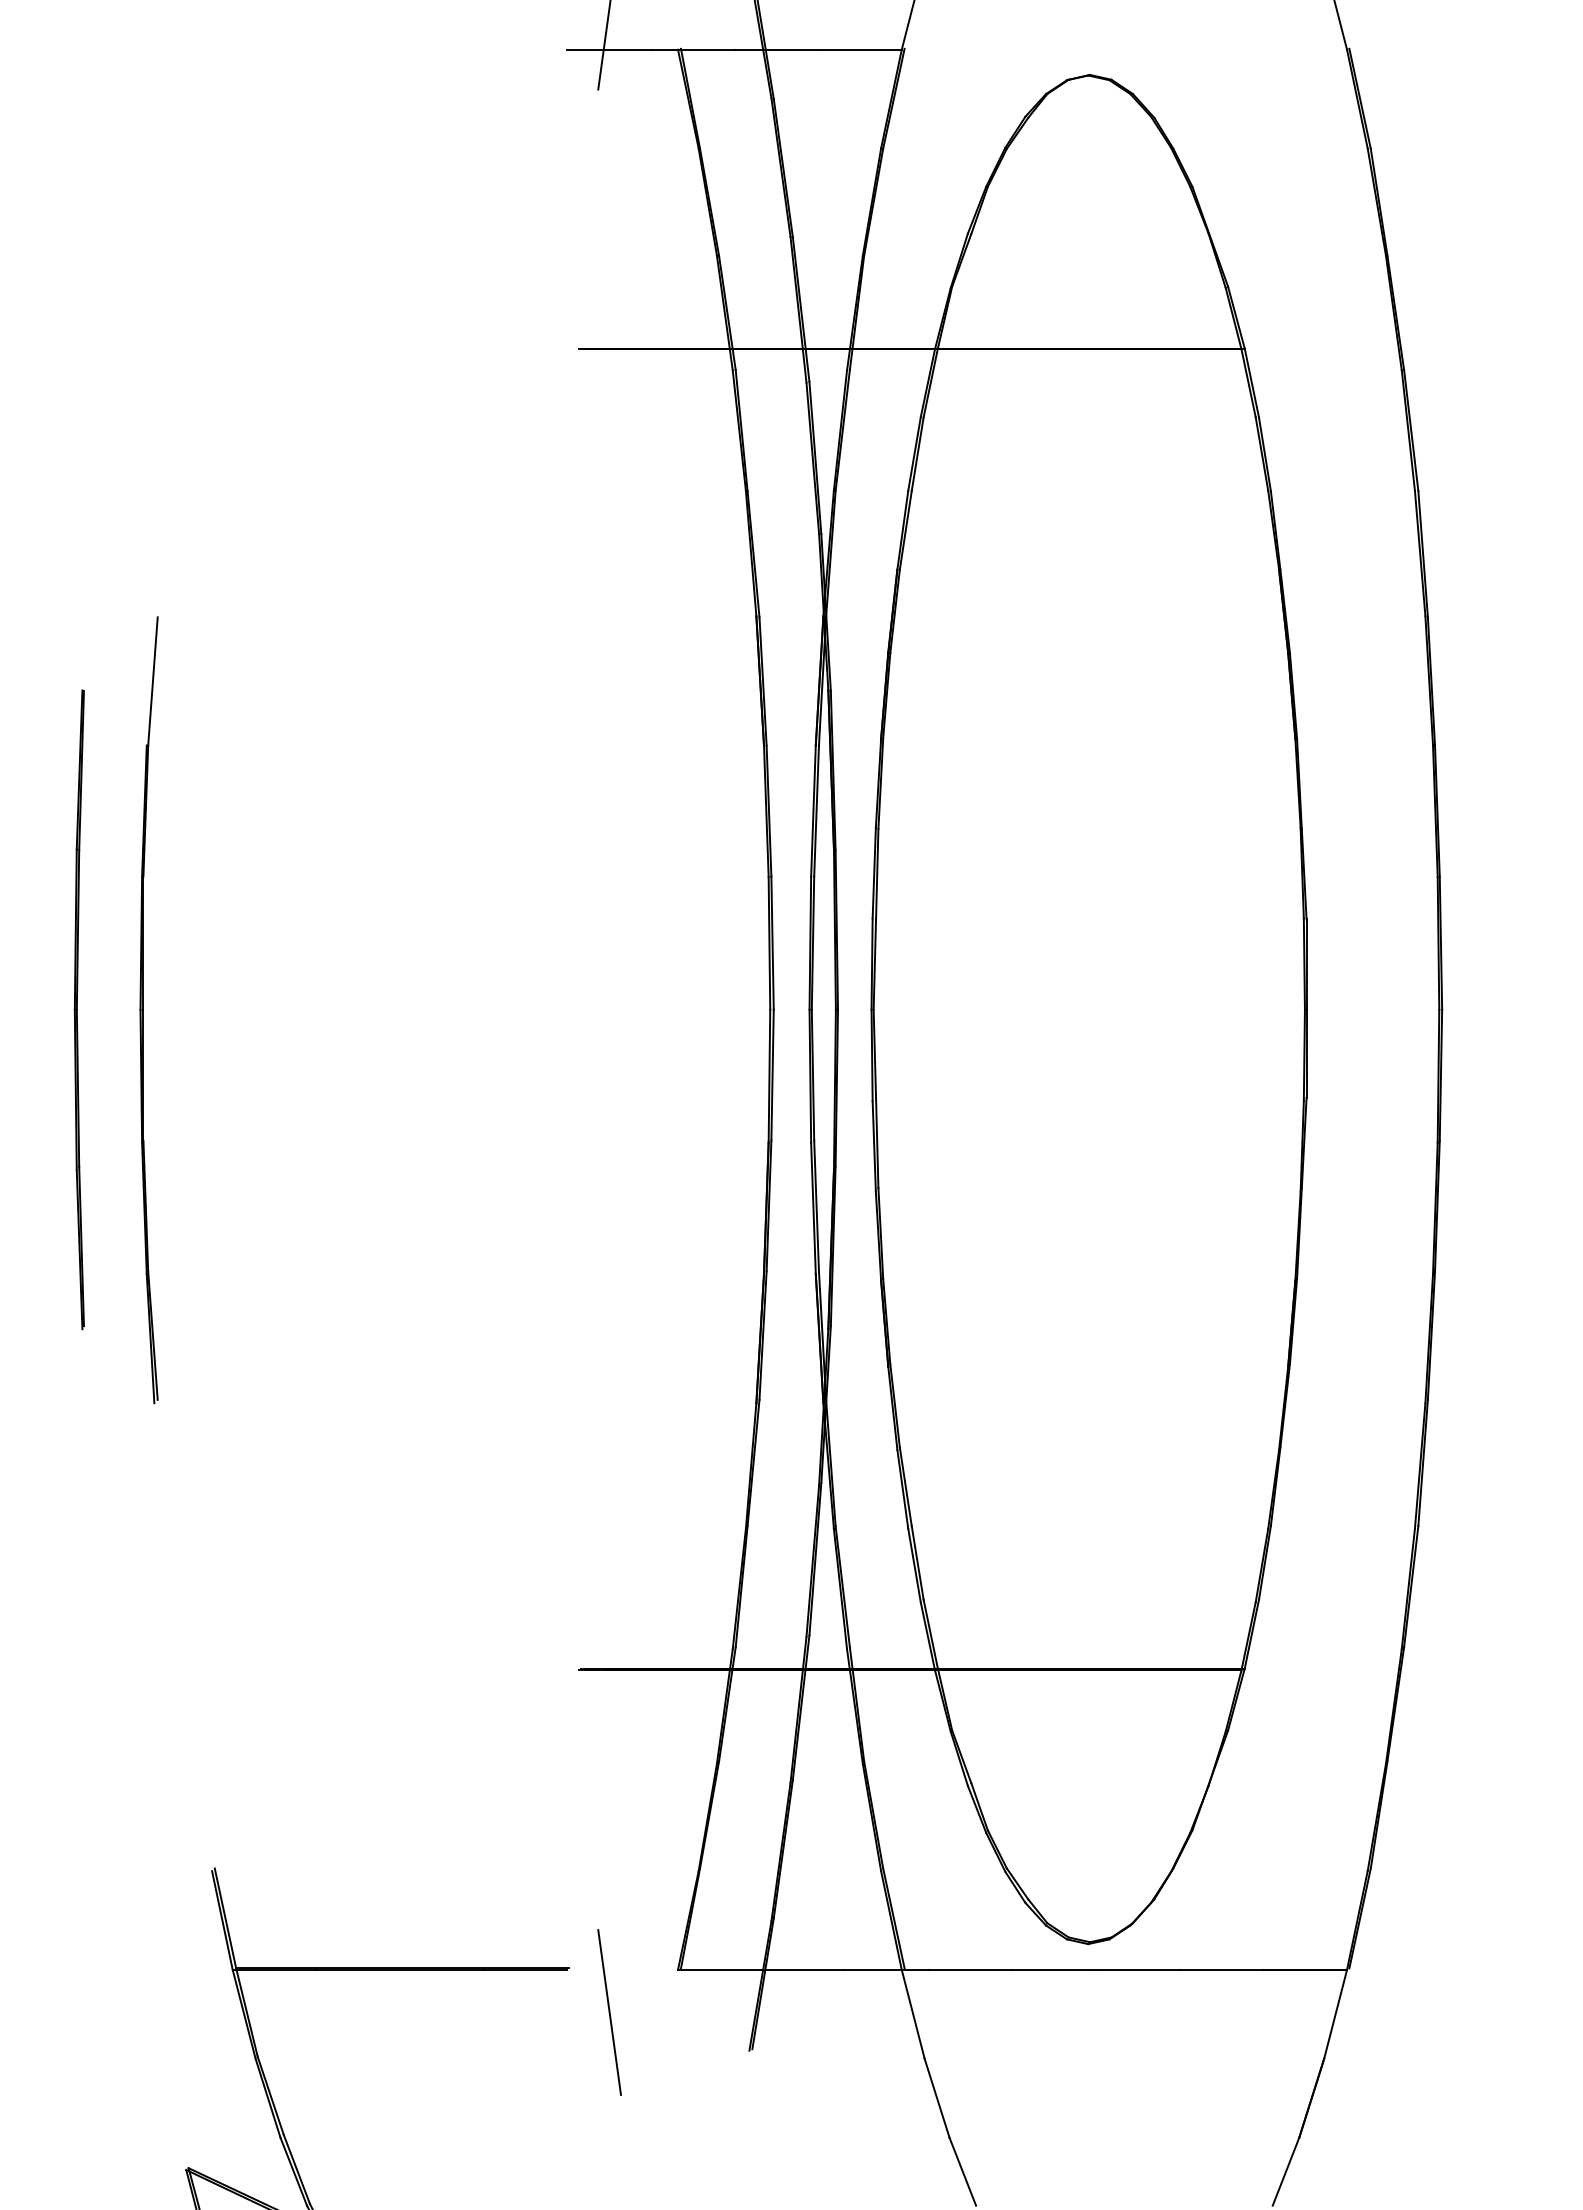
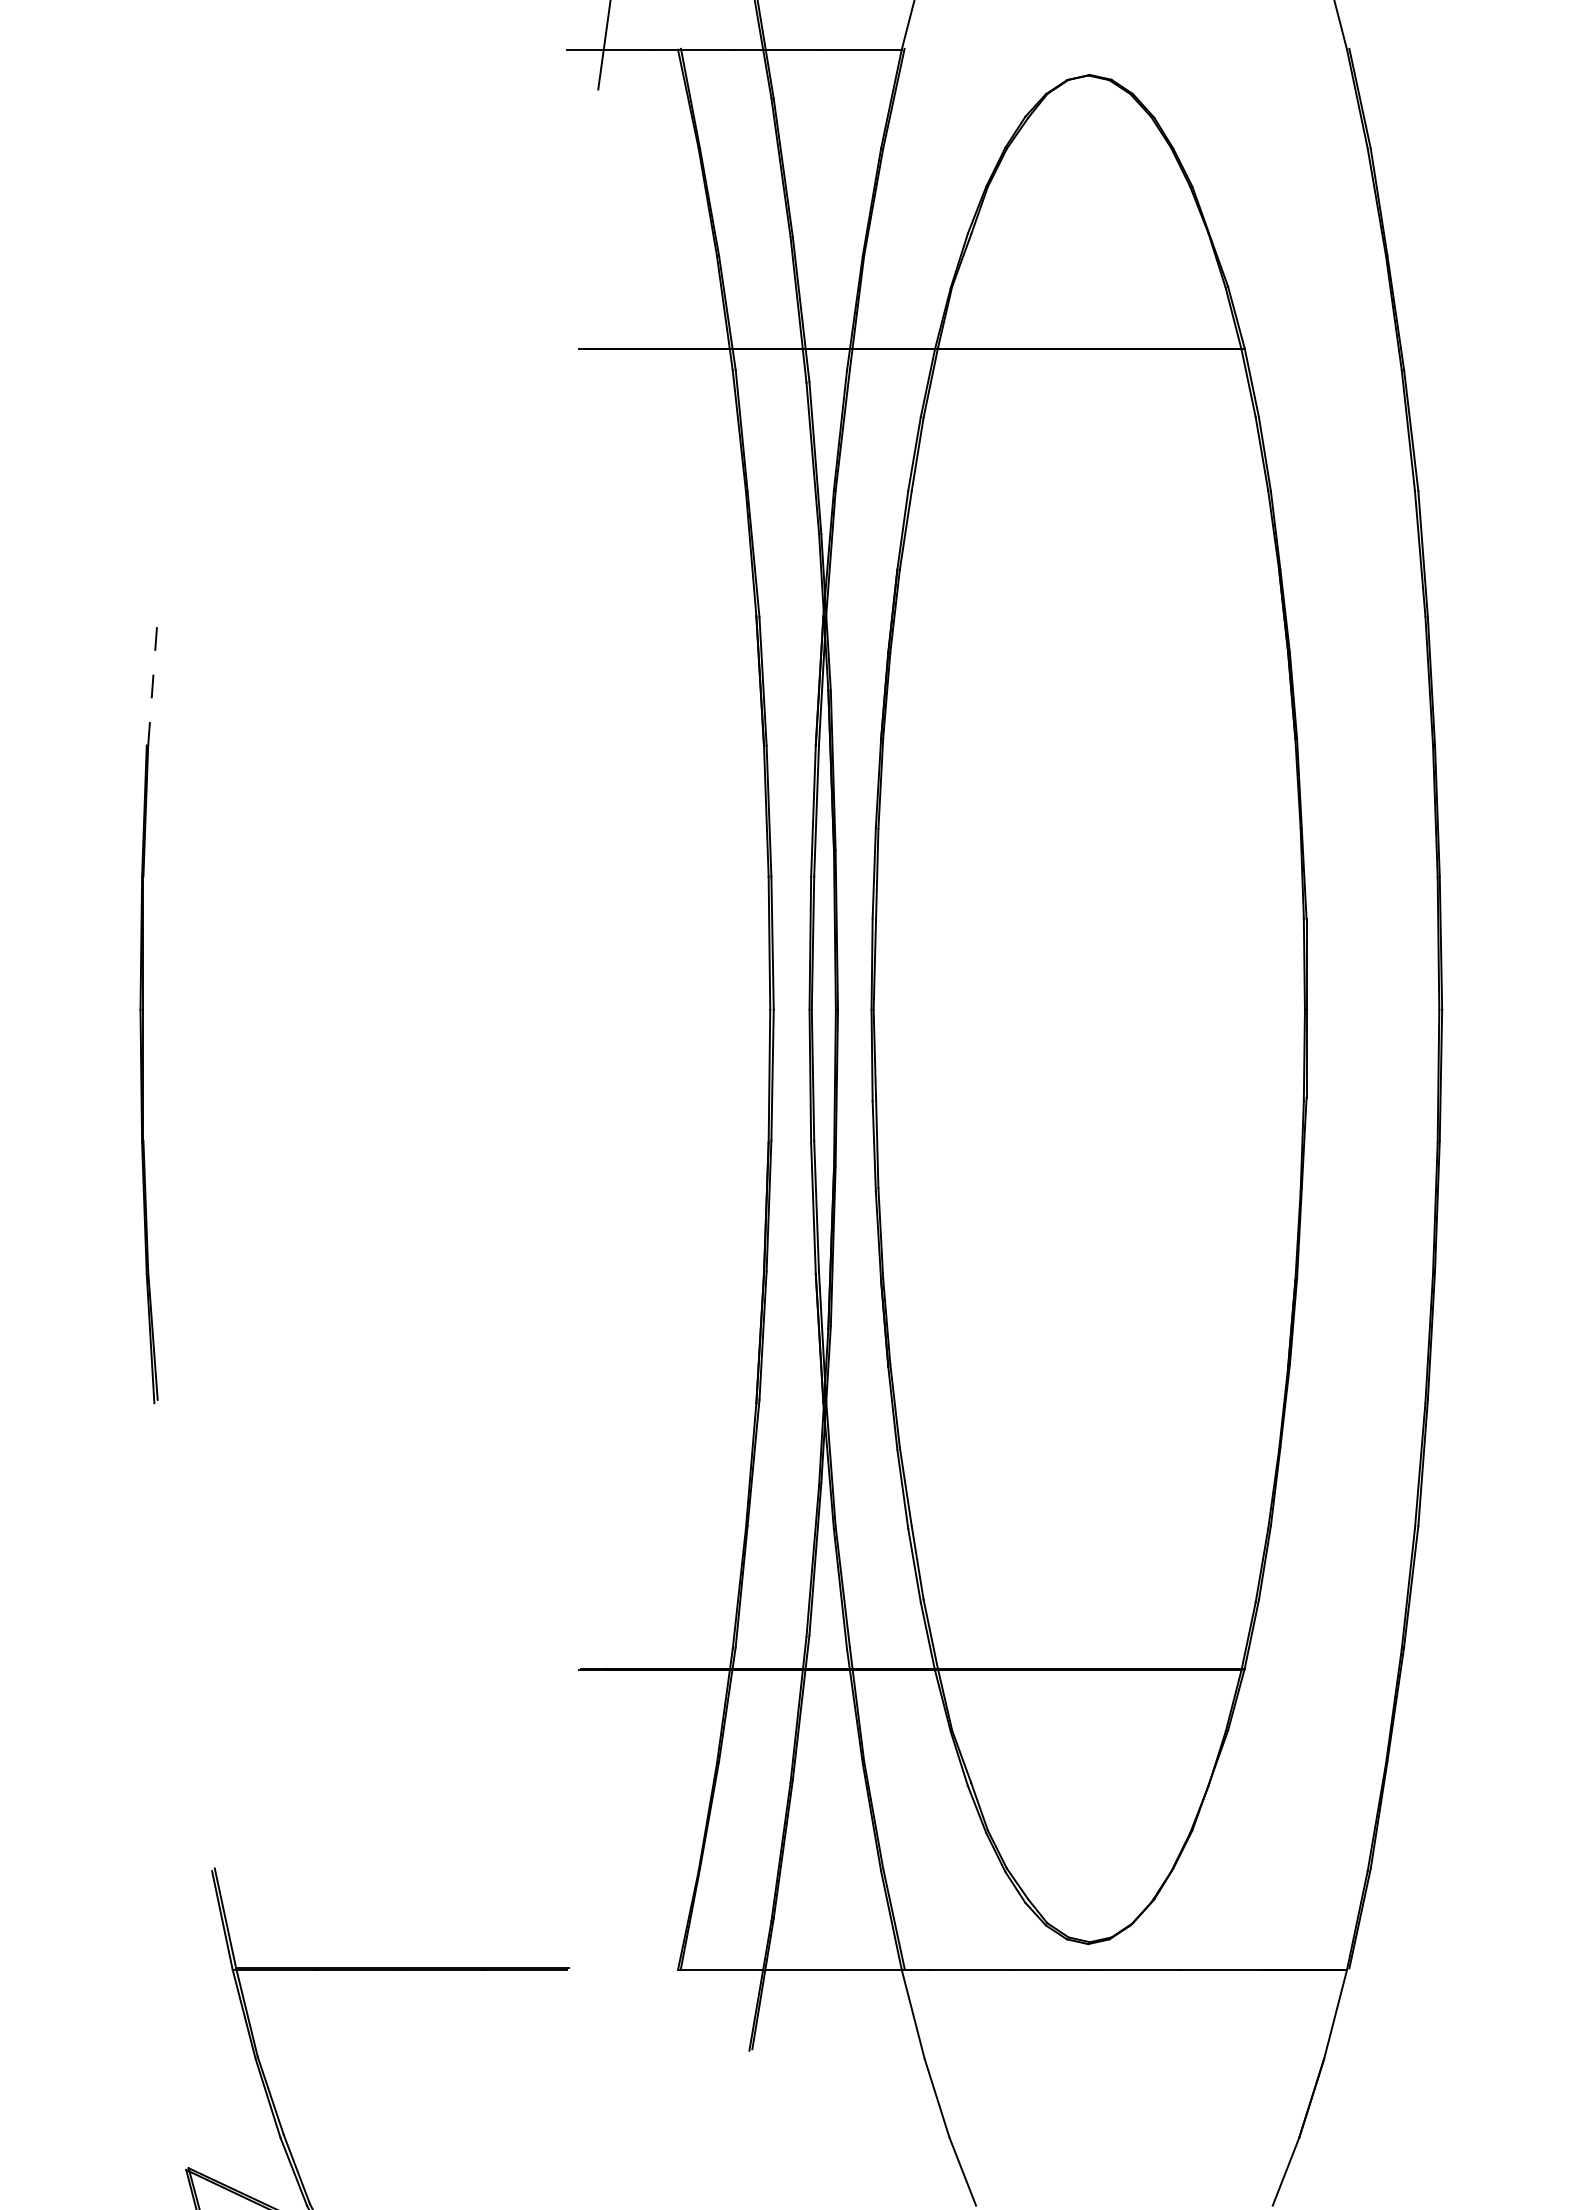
line at (152, 681): solid -> dashed
part at (78, 1009): present -> none
line at (609, 2012): present -> none
